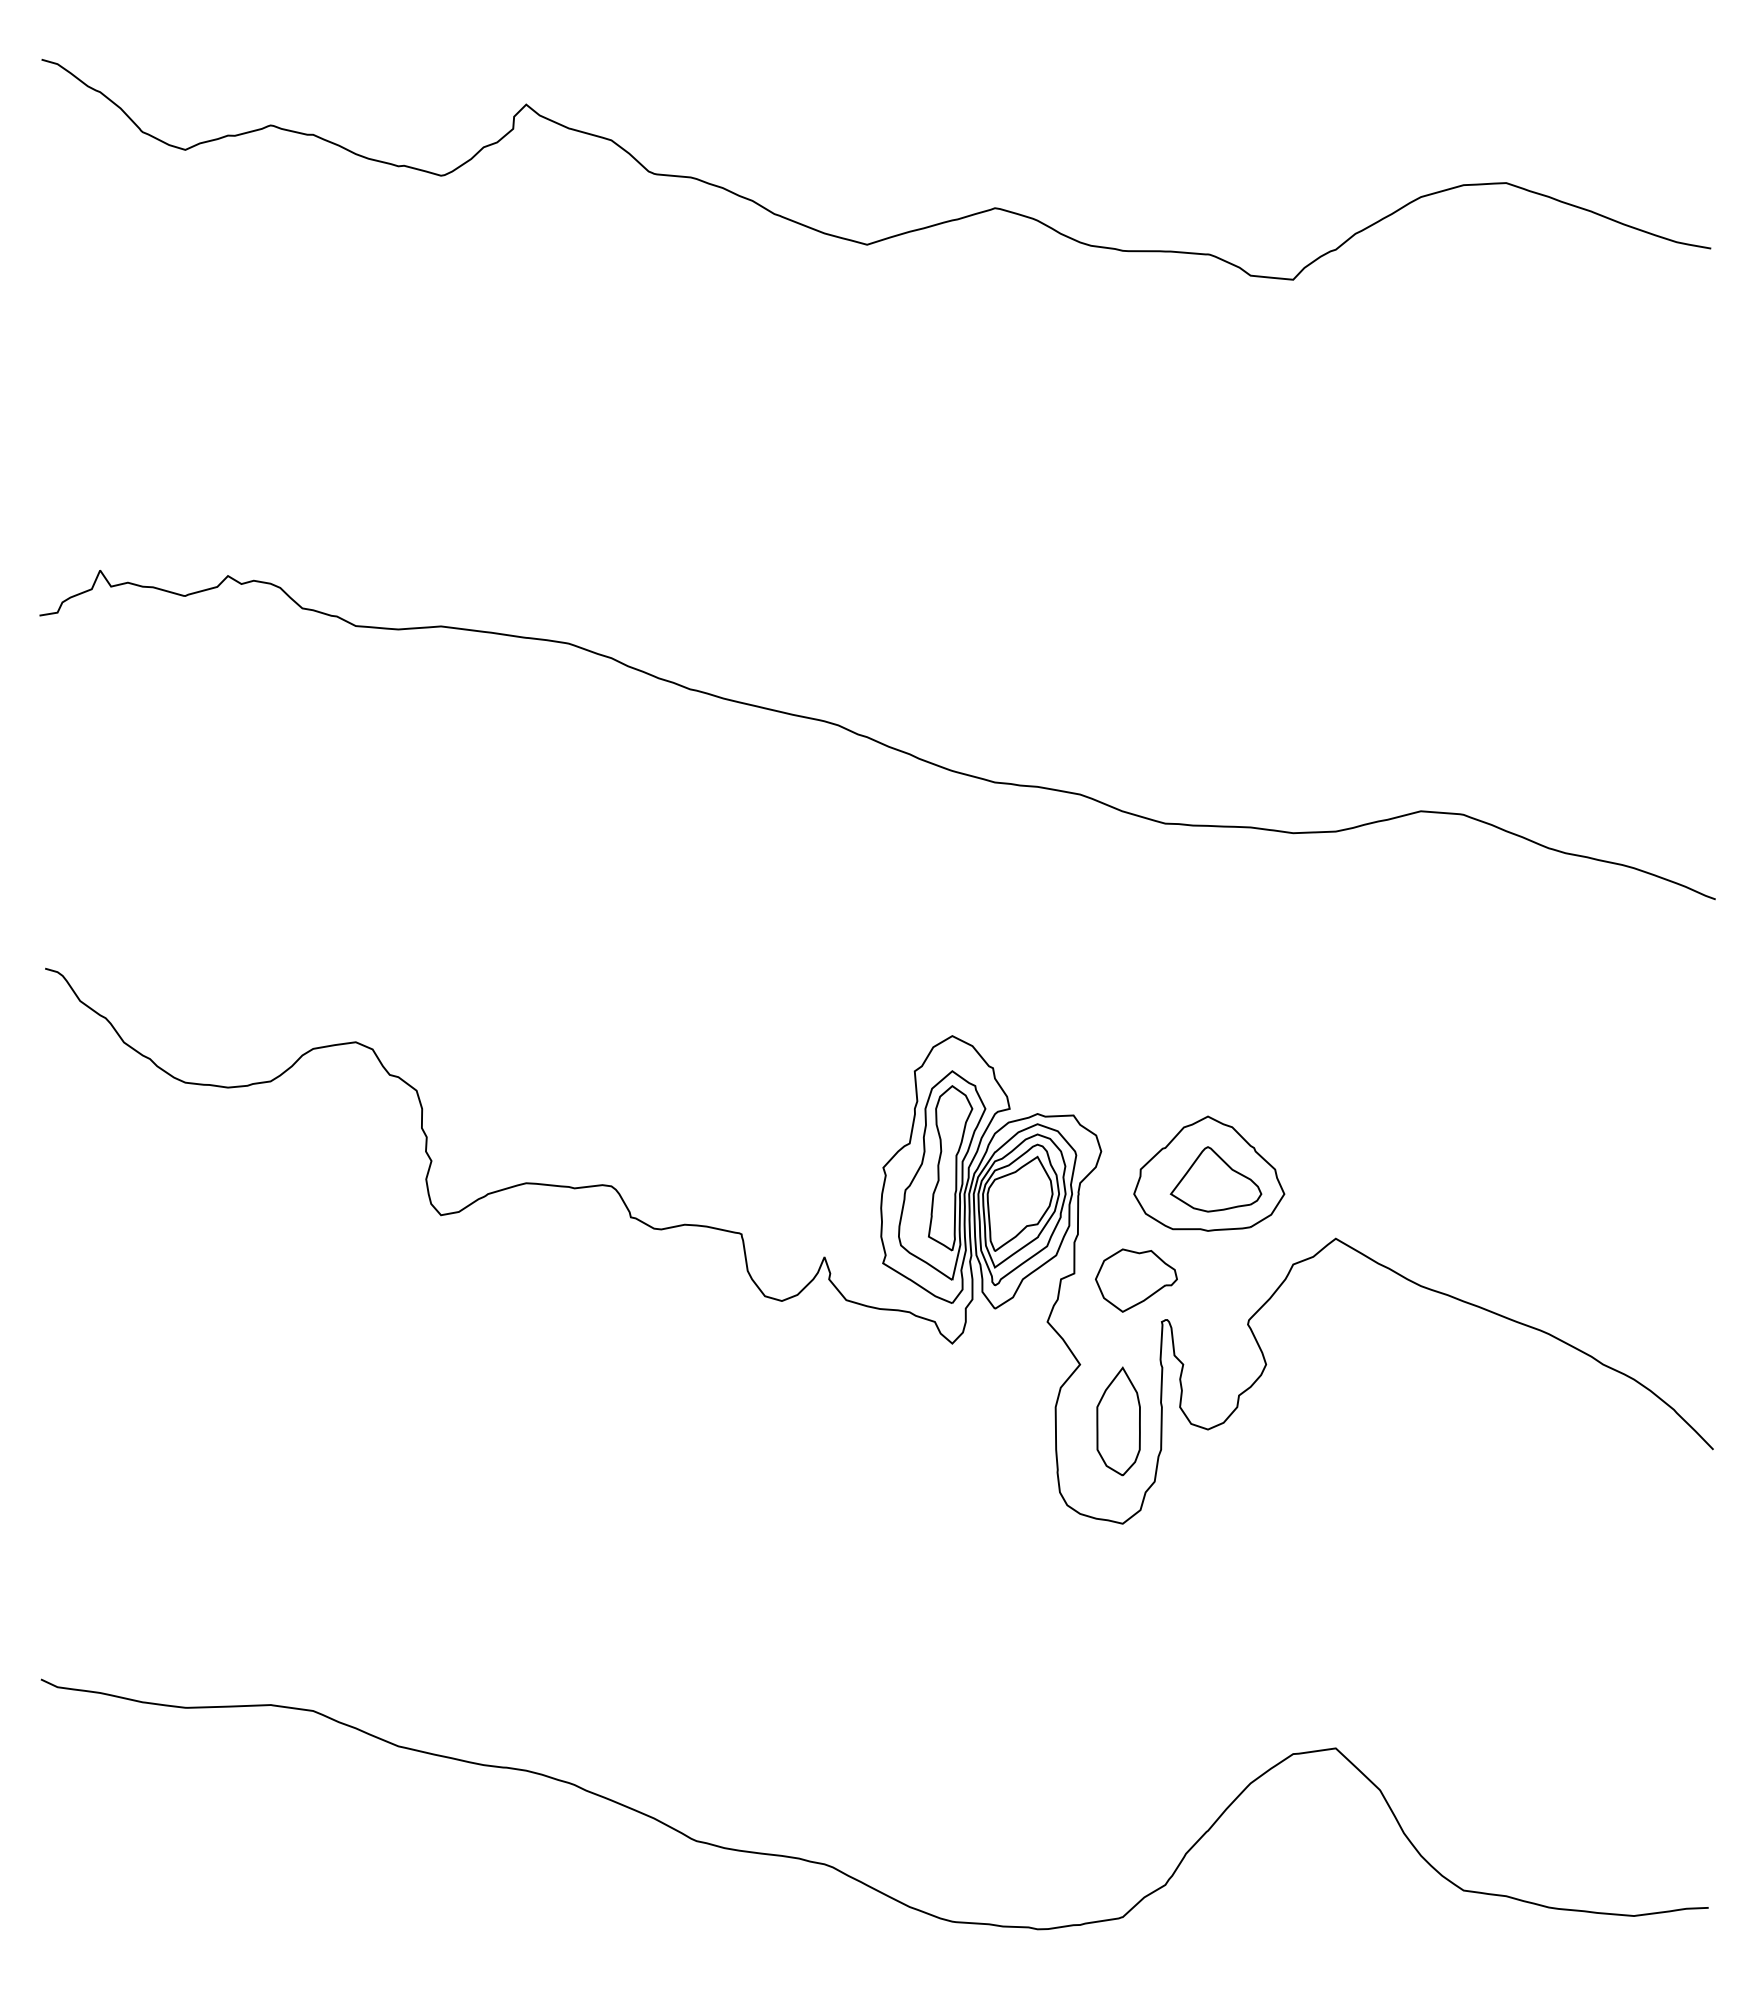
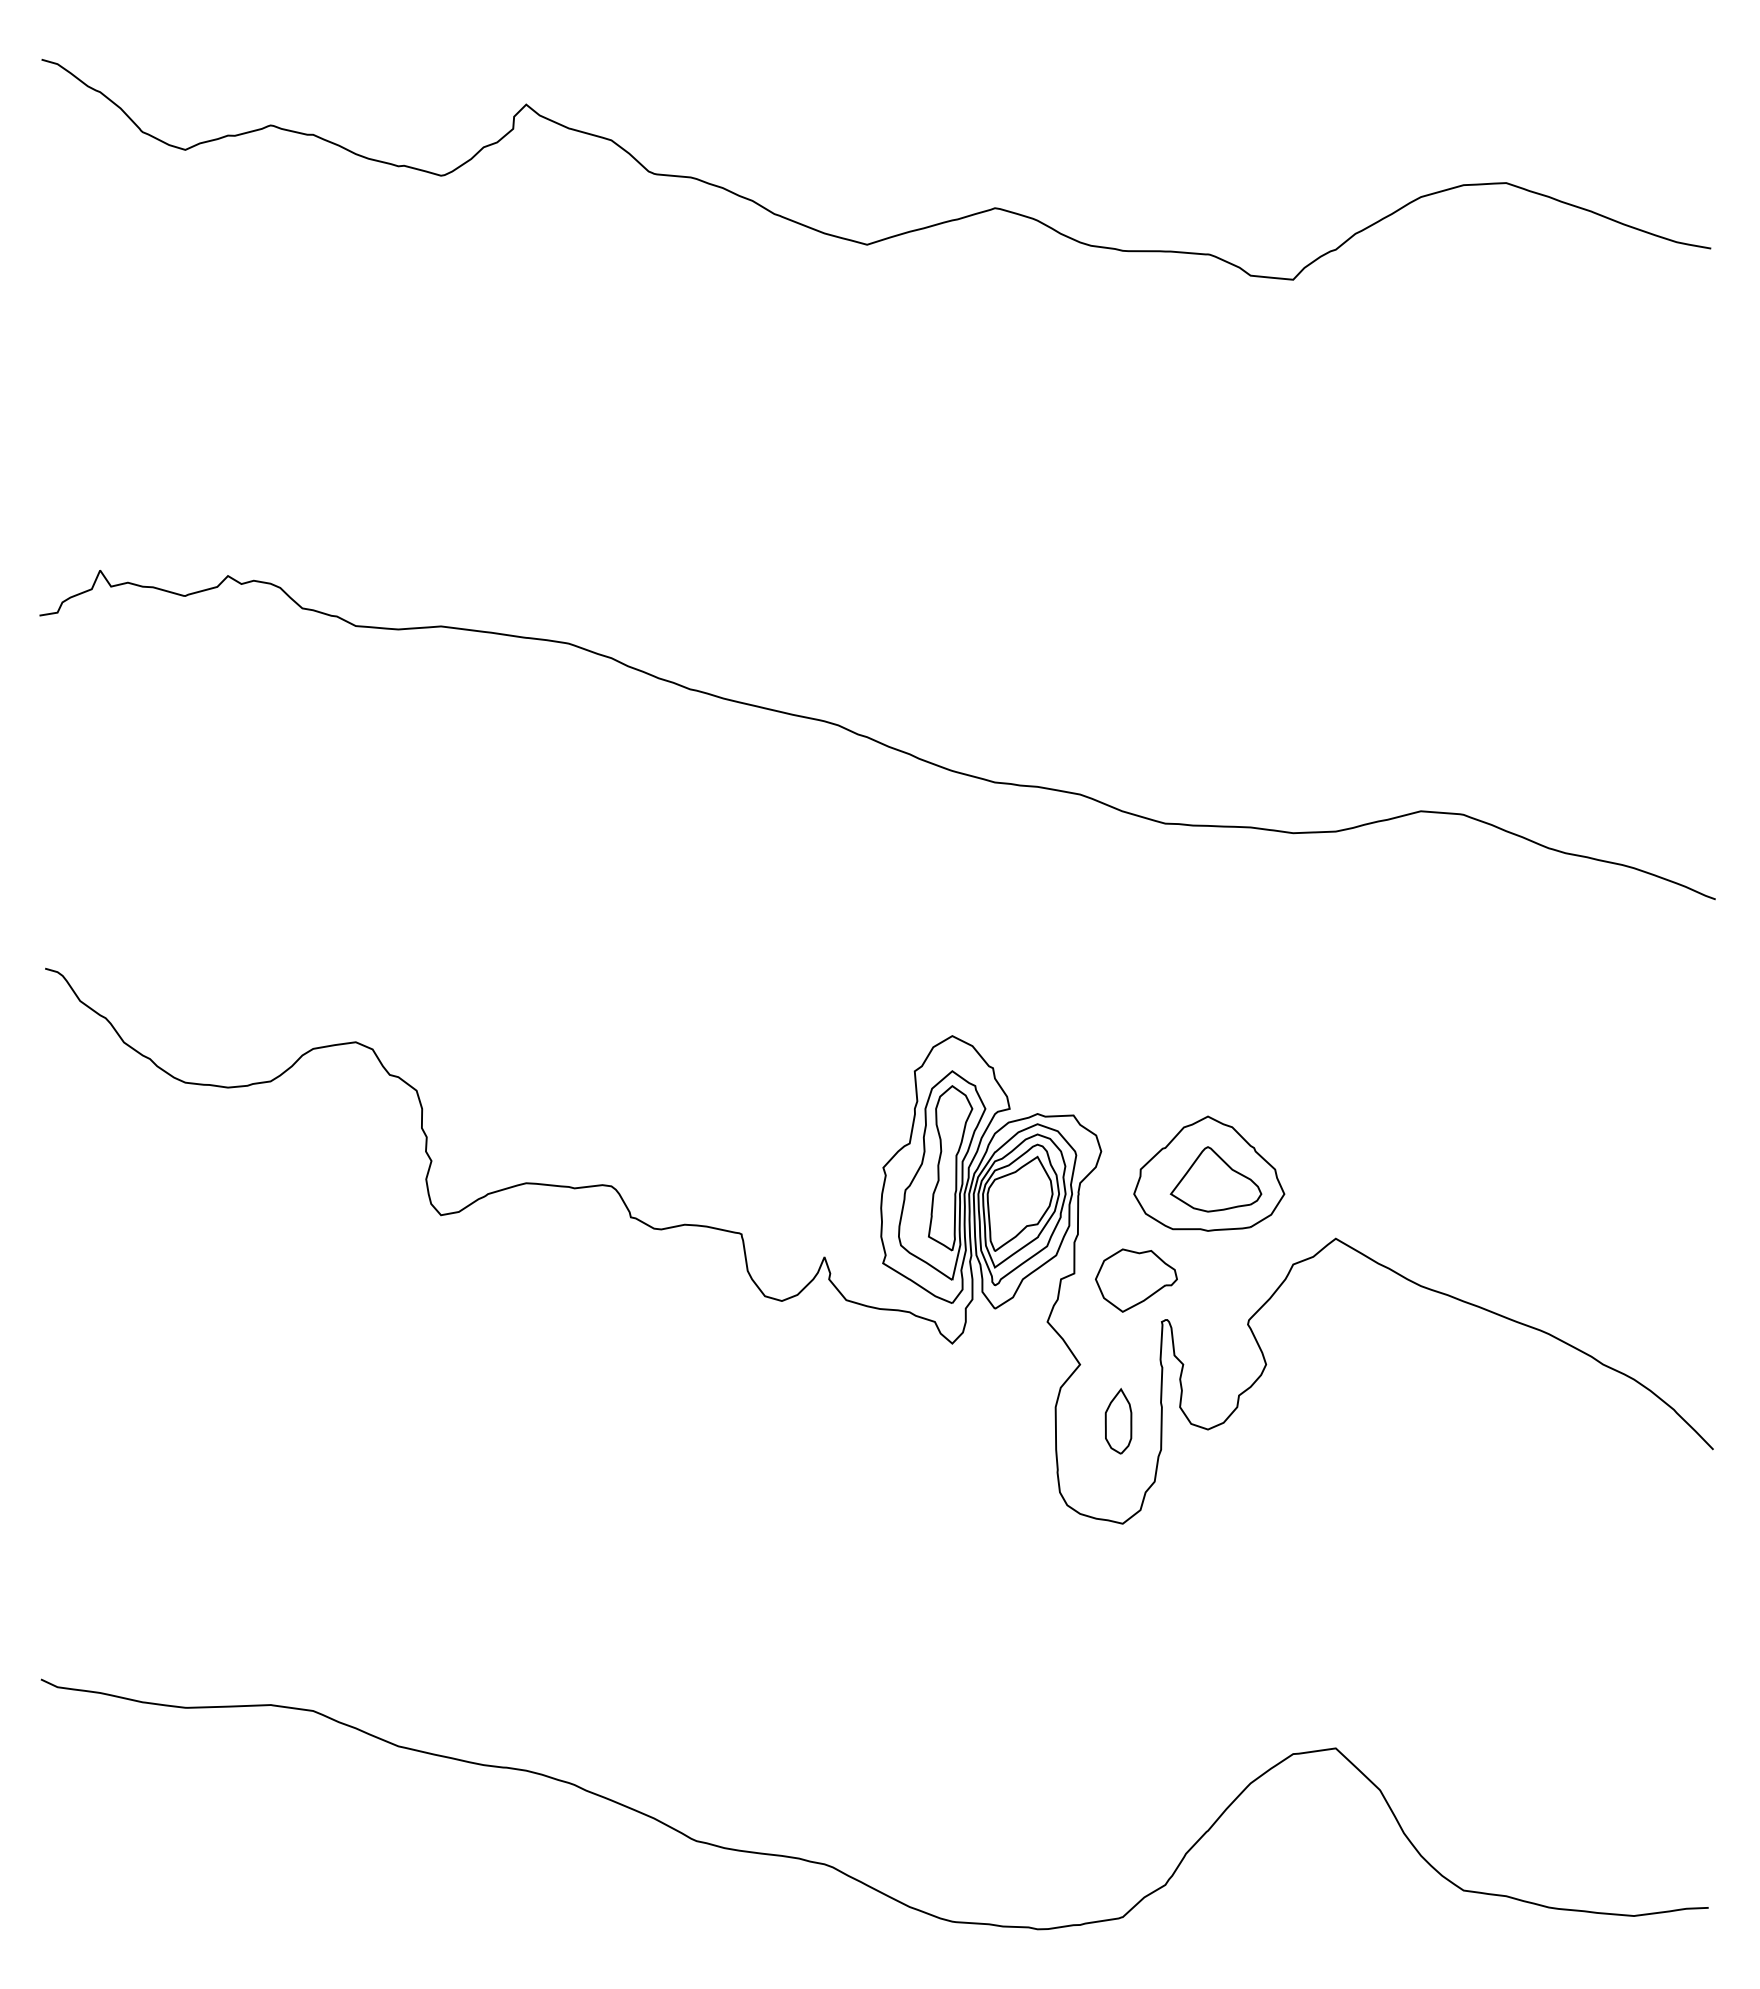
part at (1118, 1421) size: 45x111 px -> 29x67 px
